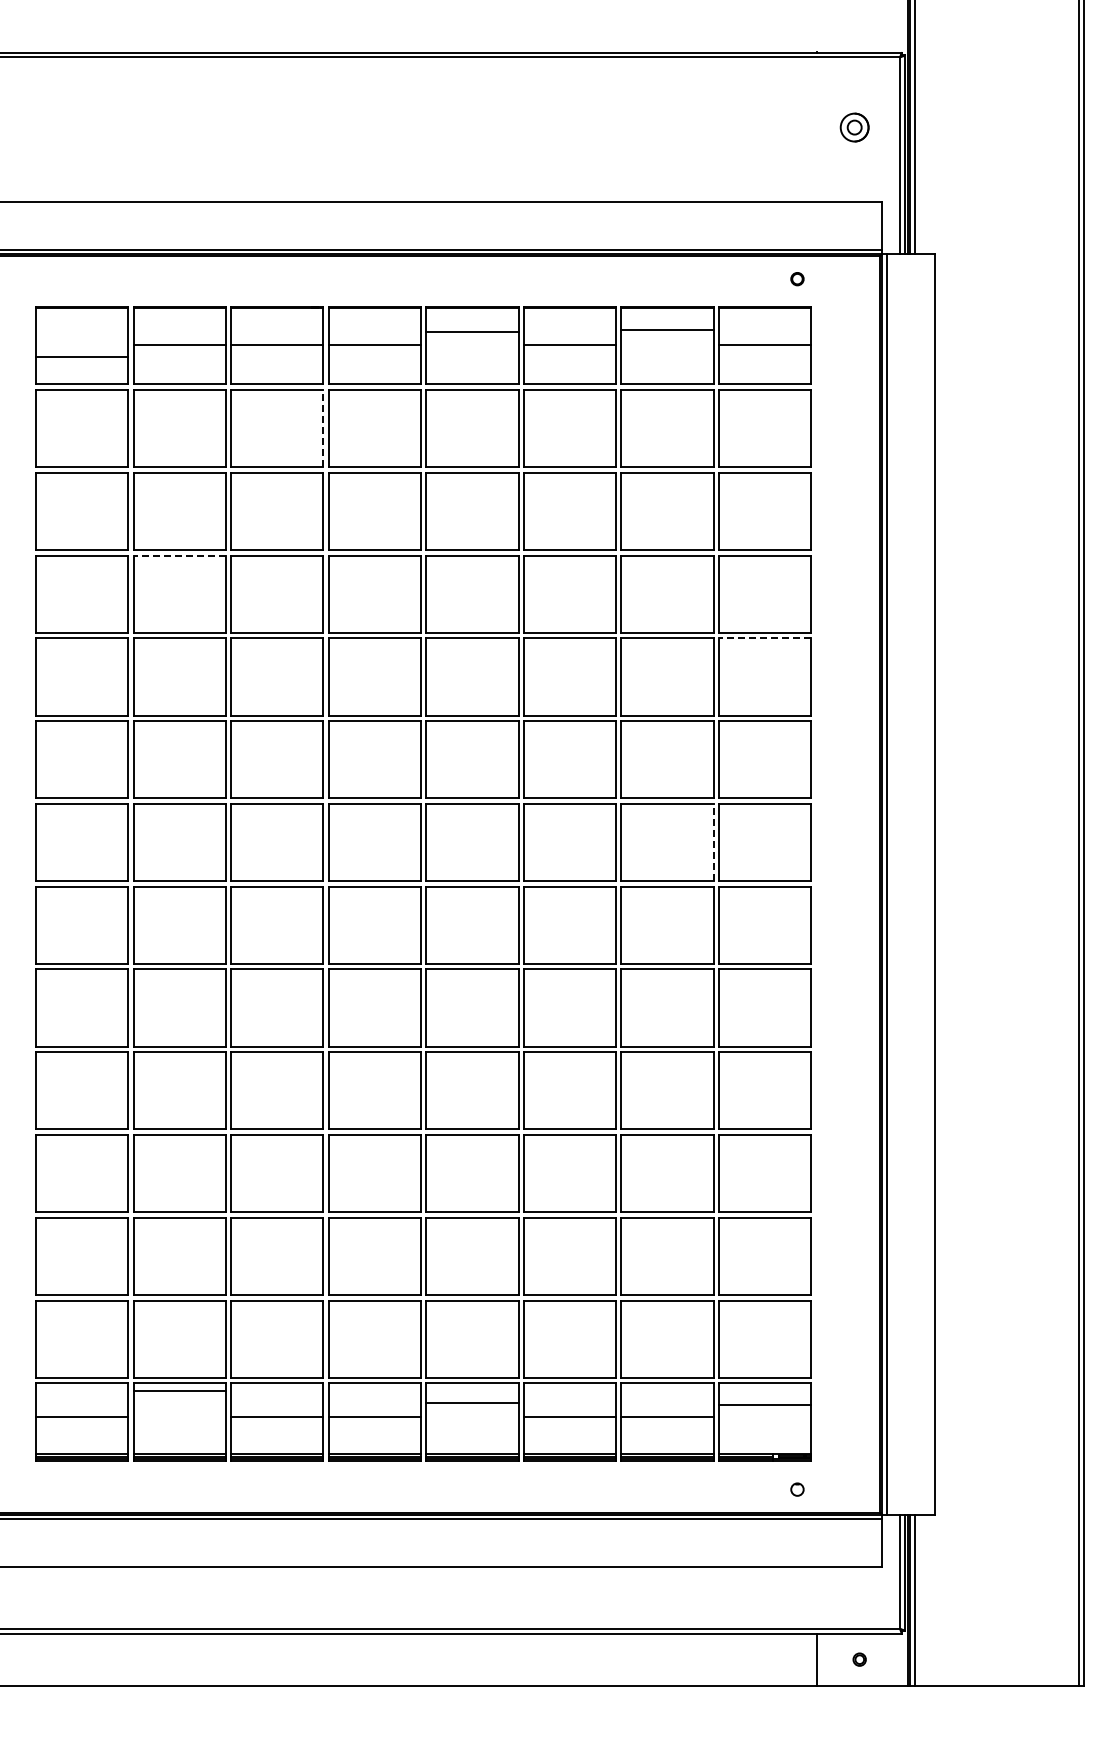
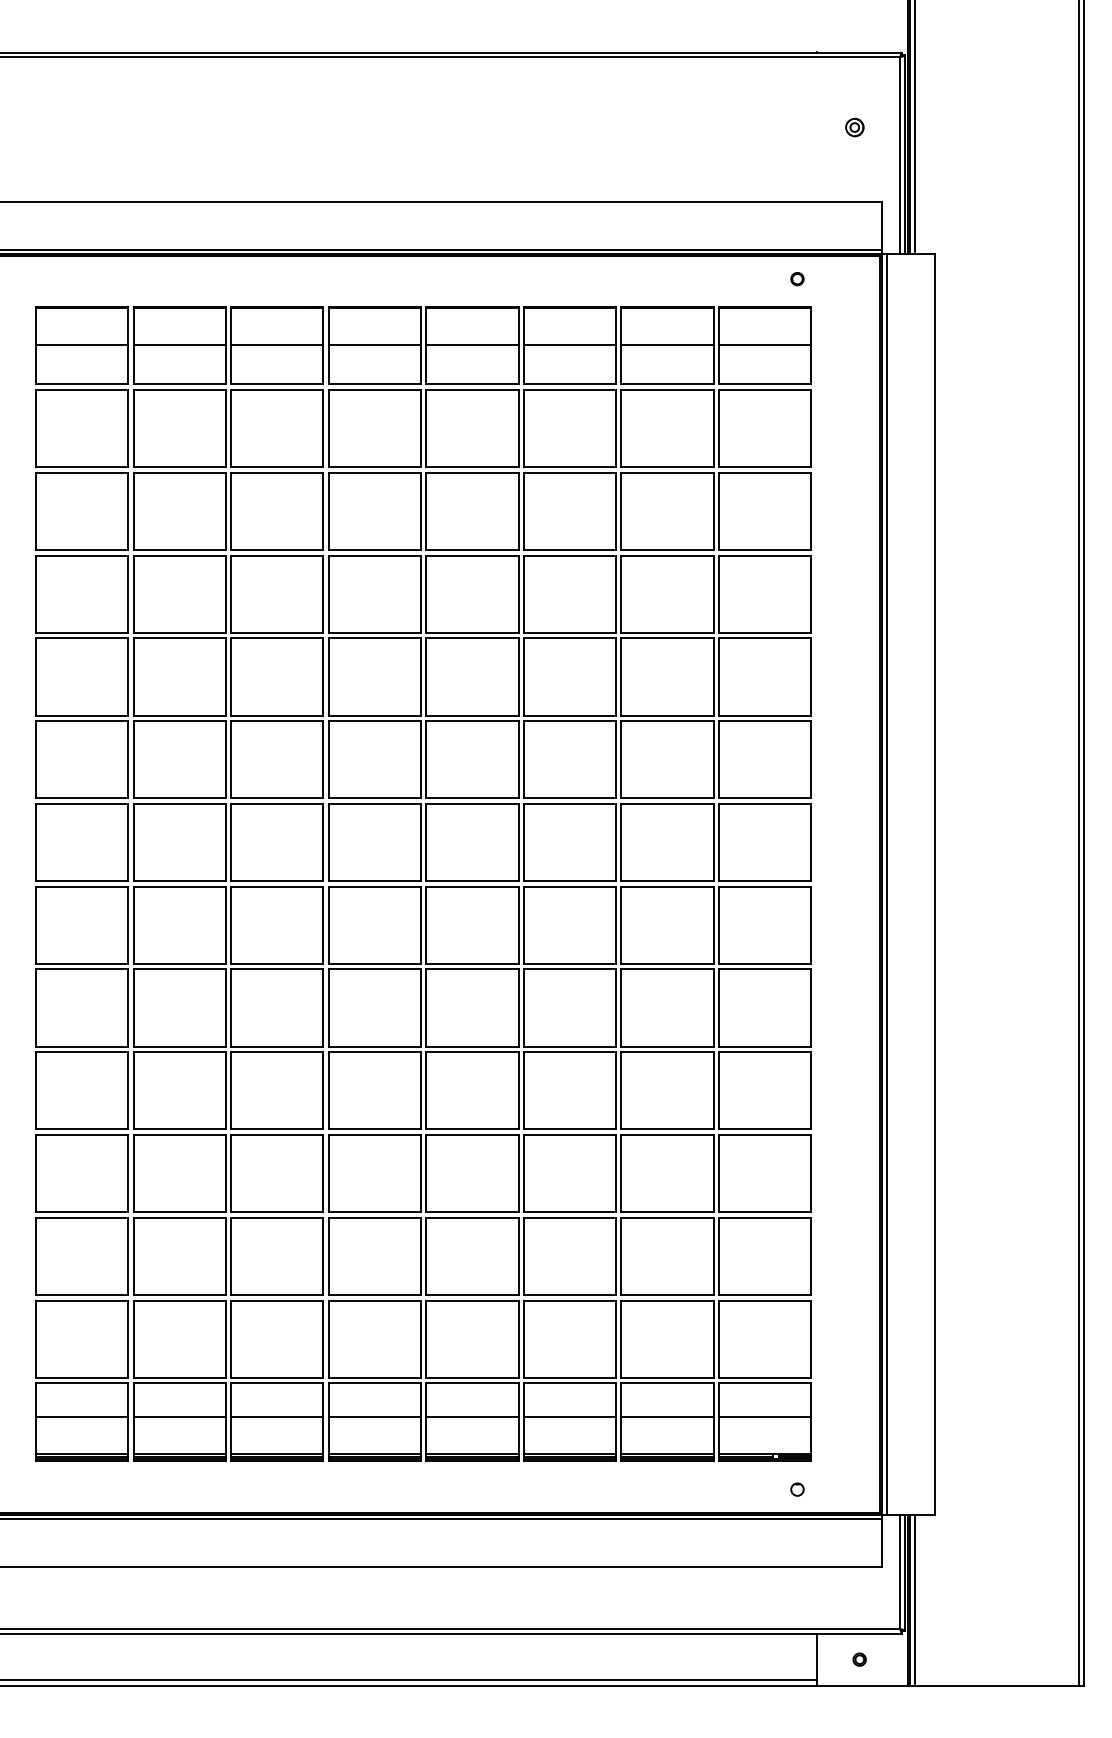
part at (854, 127) size: 31x31 px -> 20x21 px
line at (667, 329) position: (667, 329) -> (667, 344)
line at (472, 331) position: (472, 331) -> (472, 344)
line at (82, 356) position: (82, 356) -> (82, 344)
line at (323, 428): dashed -> solid
line at (179, 555): dashed -> solid
line at (764, 638): dashed -> solid
line at (713, 842): dashed -> solid
line at (179, 1391) position: (179, 1391) -> (179, 1417)
line at (472, 1403) position: (472, 1403) -> (472, 1417)
line at (764, 1405) position: (764, 1405) -> (764, 1417)
line at (409, 1680): none -> present
